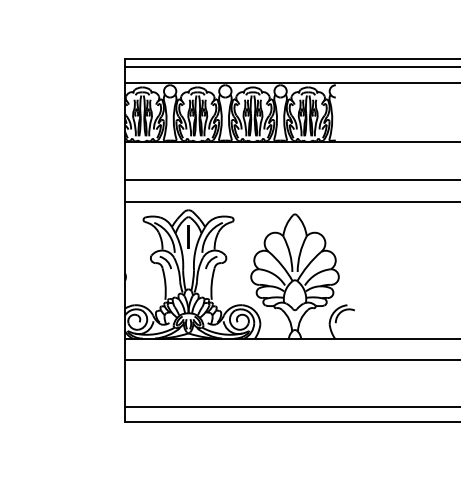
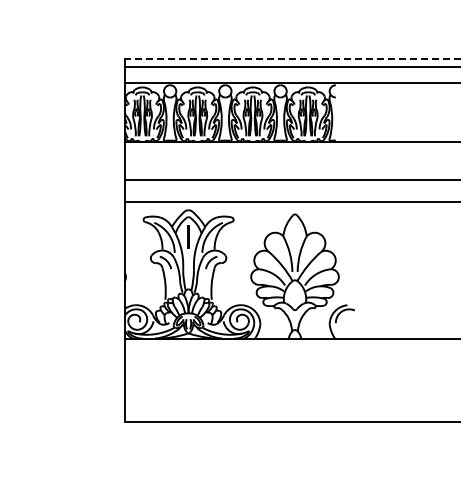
line at (292, 58): solid -> dashed
line at (291, 360): present -> none
line at (291, 407): present -> none
